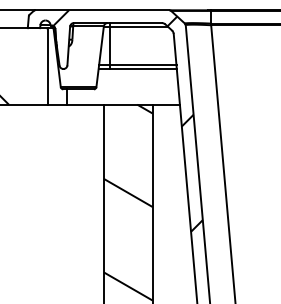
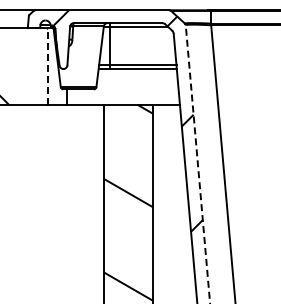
line at (47, 65): solid -> dashed
line at (197, 164): solid -> dashed
